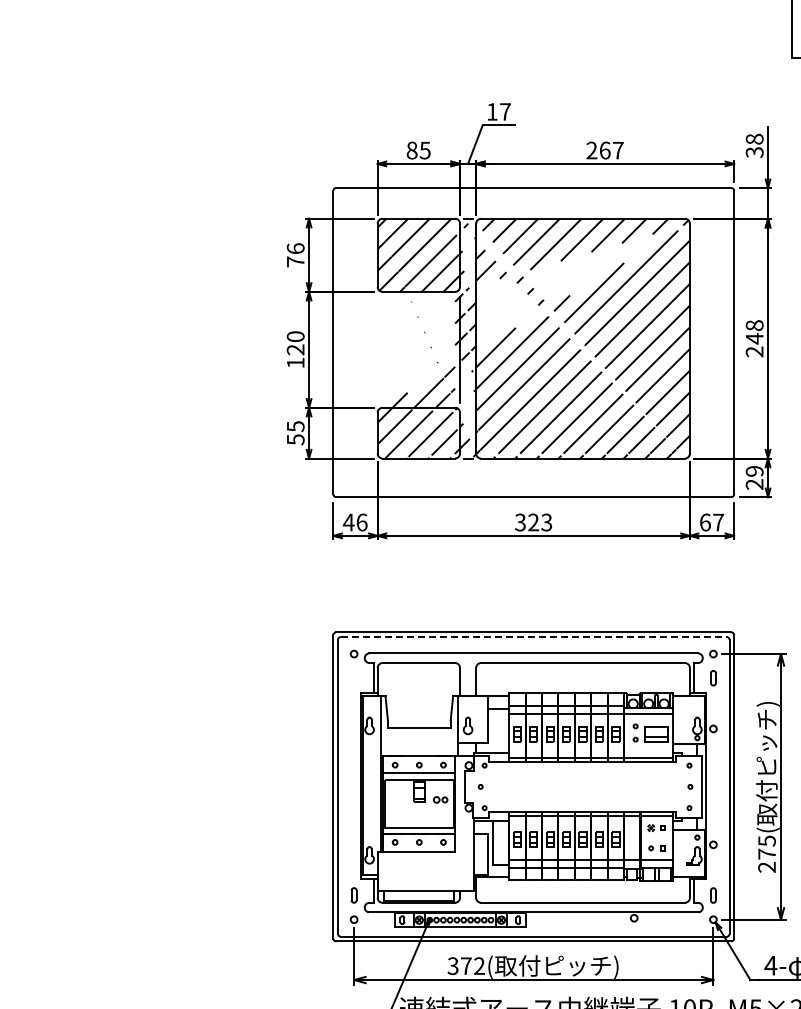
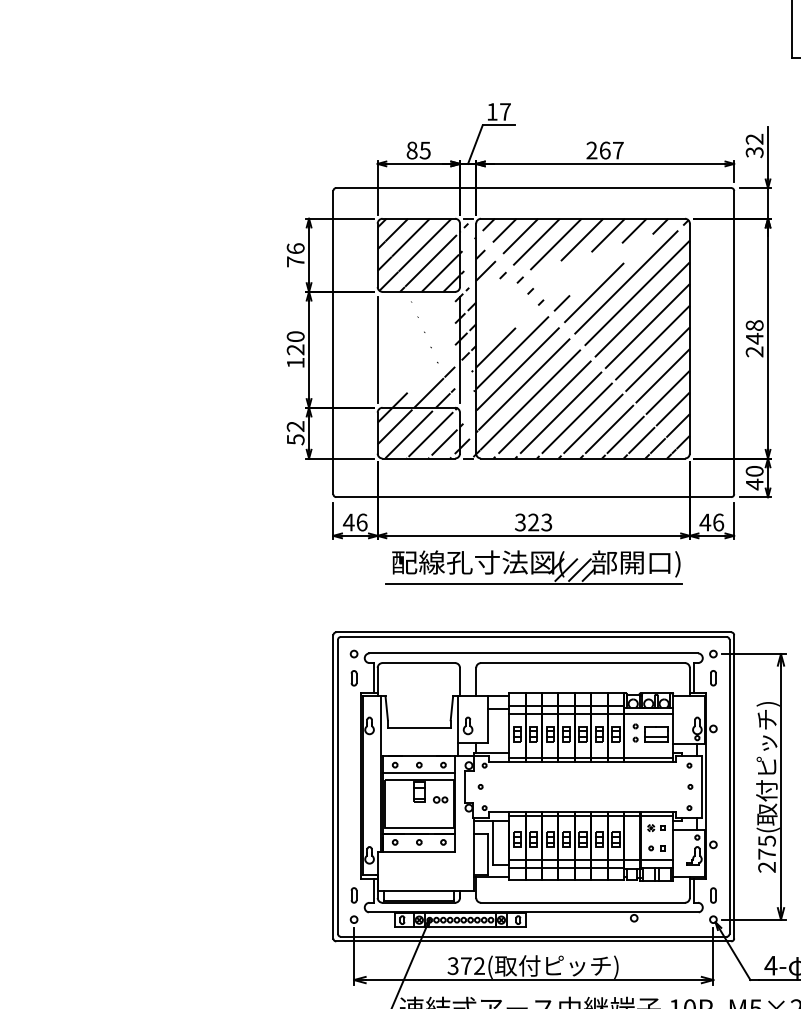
text at (754, 138): 38 -> 32
line at (377, 349): none -> present
text at (295, 426): 55 -> 52
text at (754, 478): 29 -> 40
text at (711, 522): 67 -> 46
part at (533, 567): none -> present
line at (533, 636): dashed -> solid
part at (353, 678): none -> present
